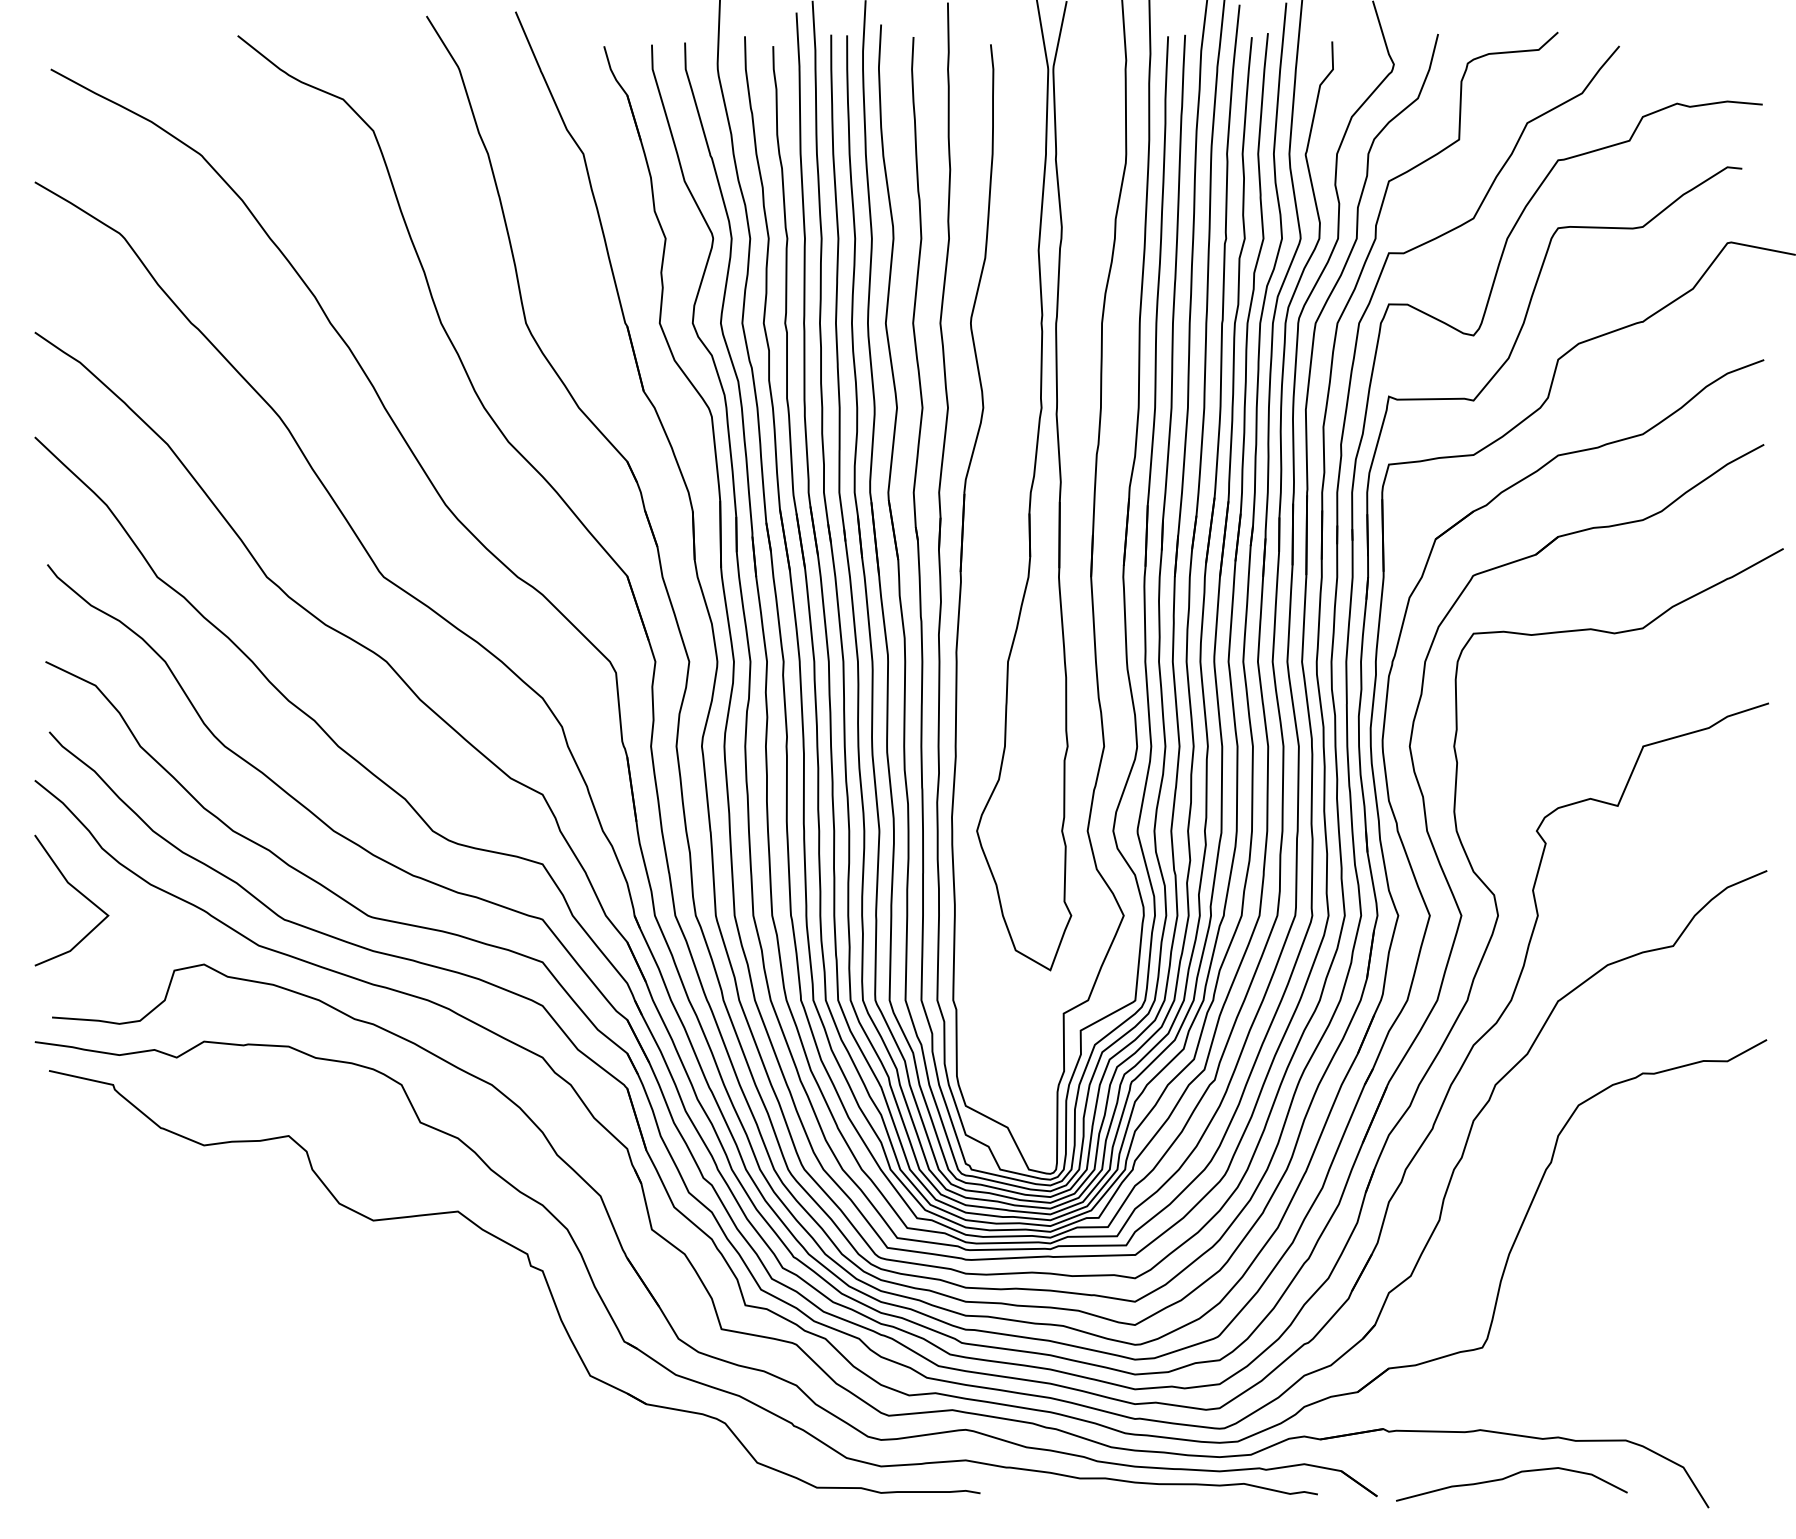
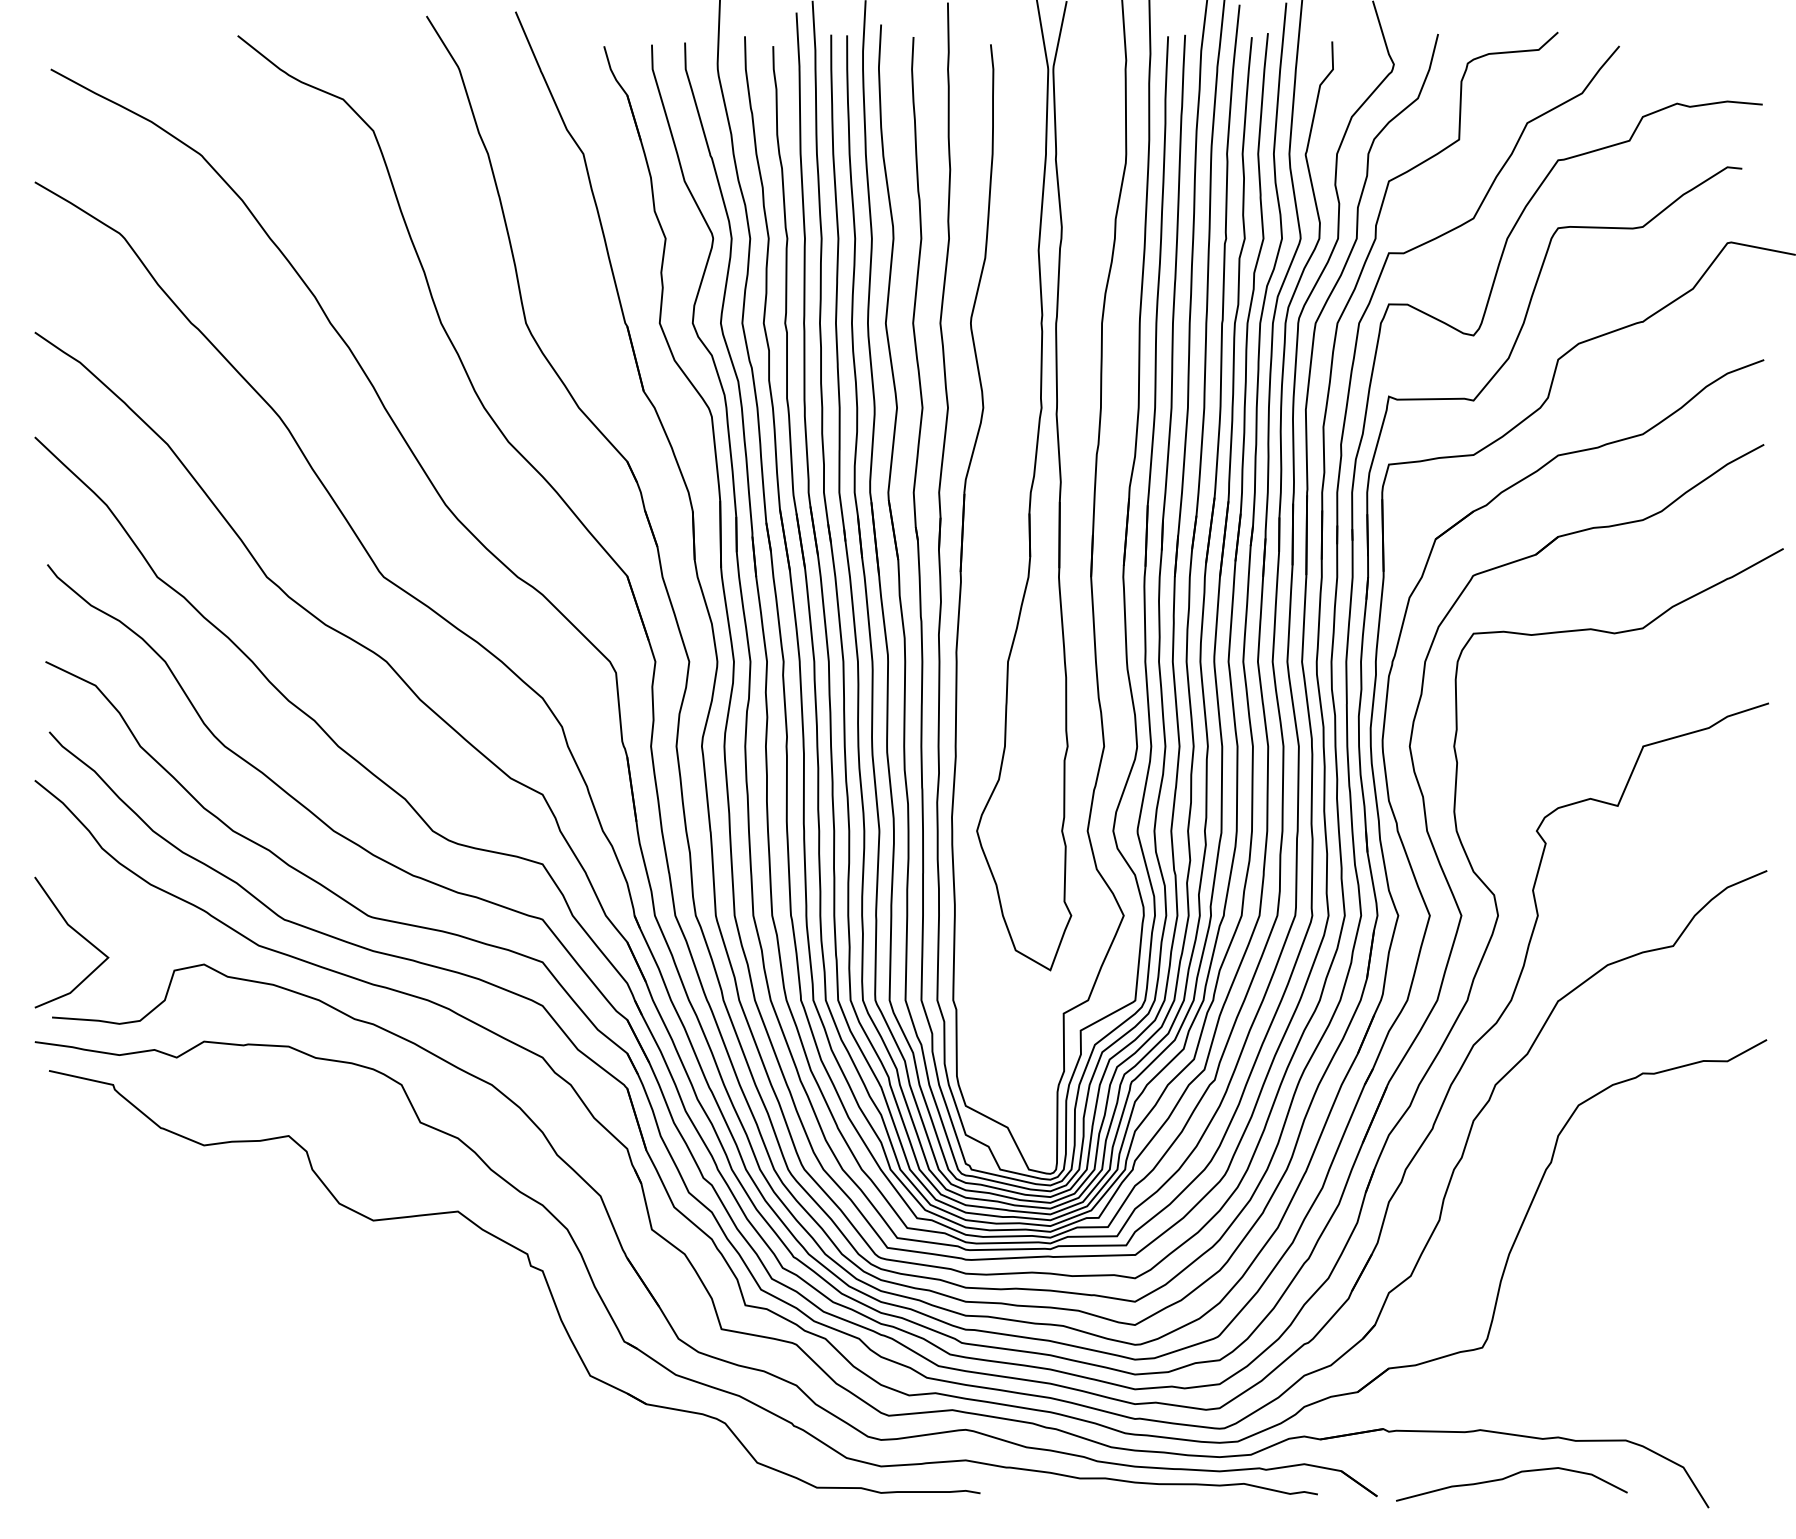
line at (78, 892) position: (78, 892) -> (78, 934)
